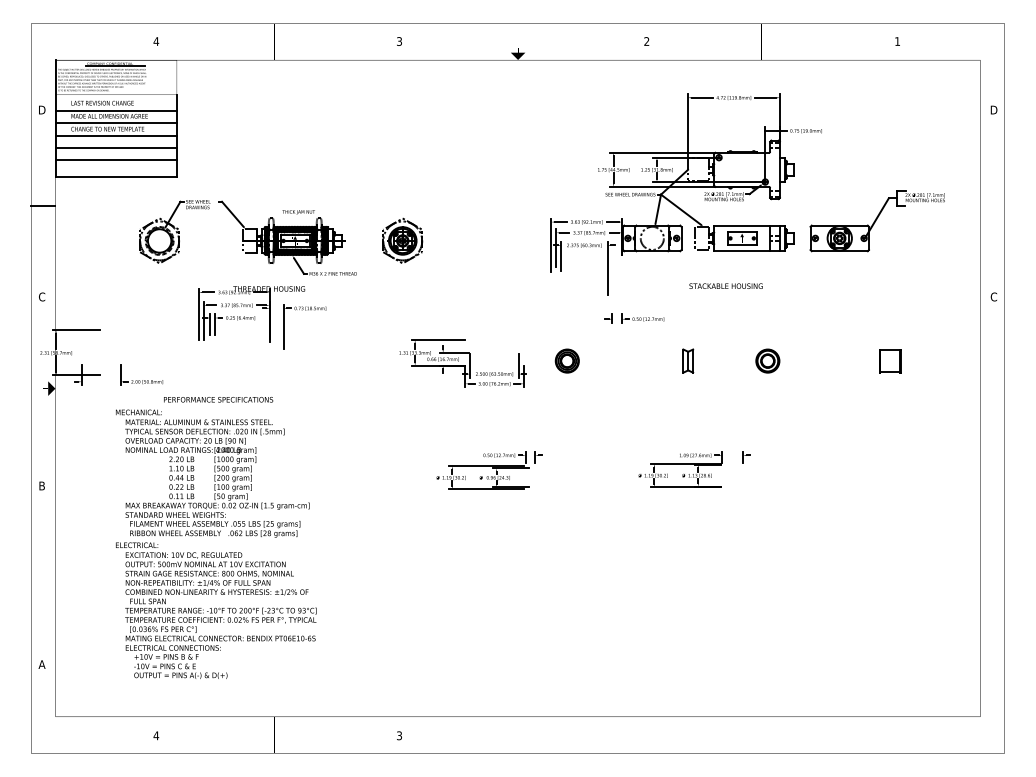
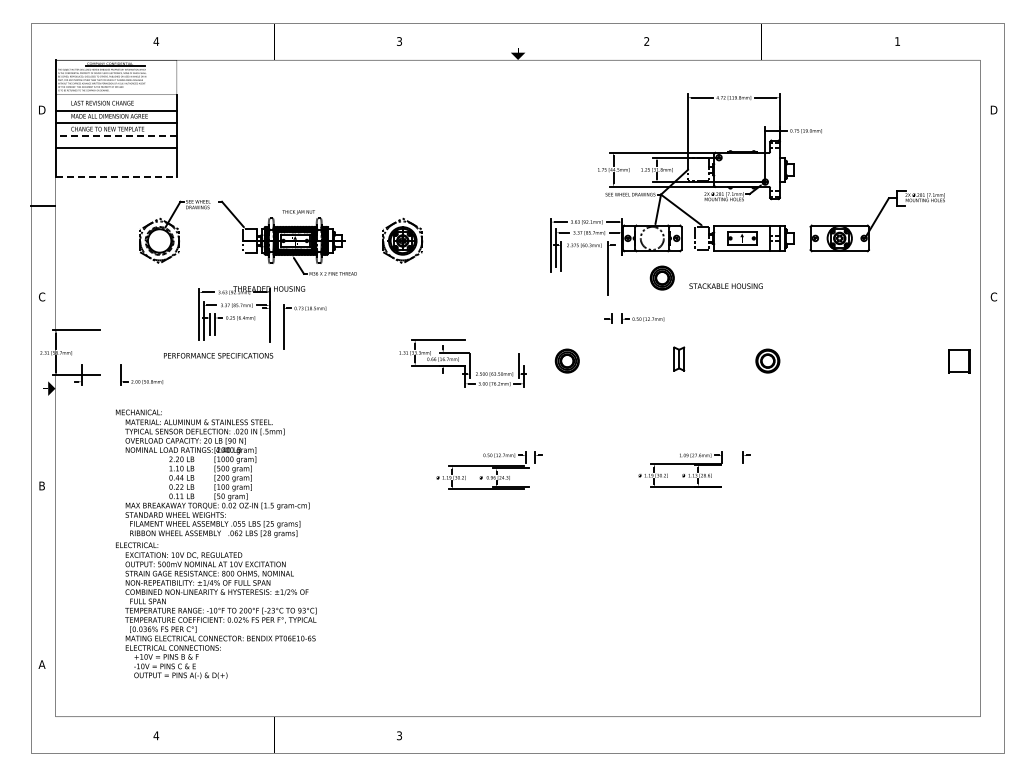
line at (116, 135): solid -> dashed
line at (115, 160): present -> none
line at (116, 176): solid -> dashed
part at (661, 277): none -> present
part at (688, 360) position: (688, 360) -> (679, 358)
part at (890, 361) position: (890, 361) -> (959, 361)
text at (218, 399) position: (218, 399) -> (218, 355)
